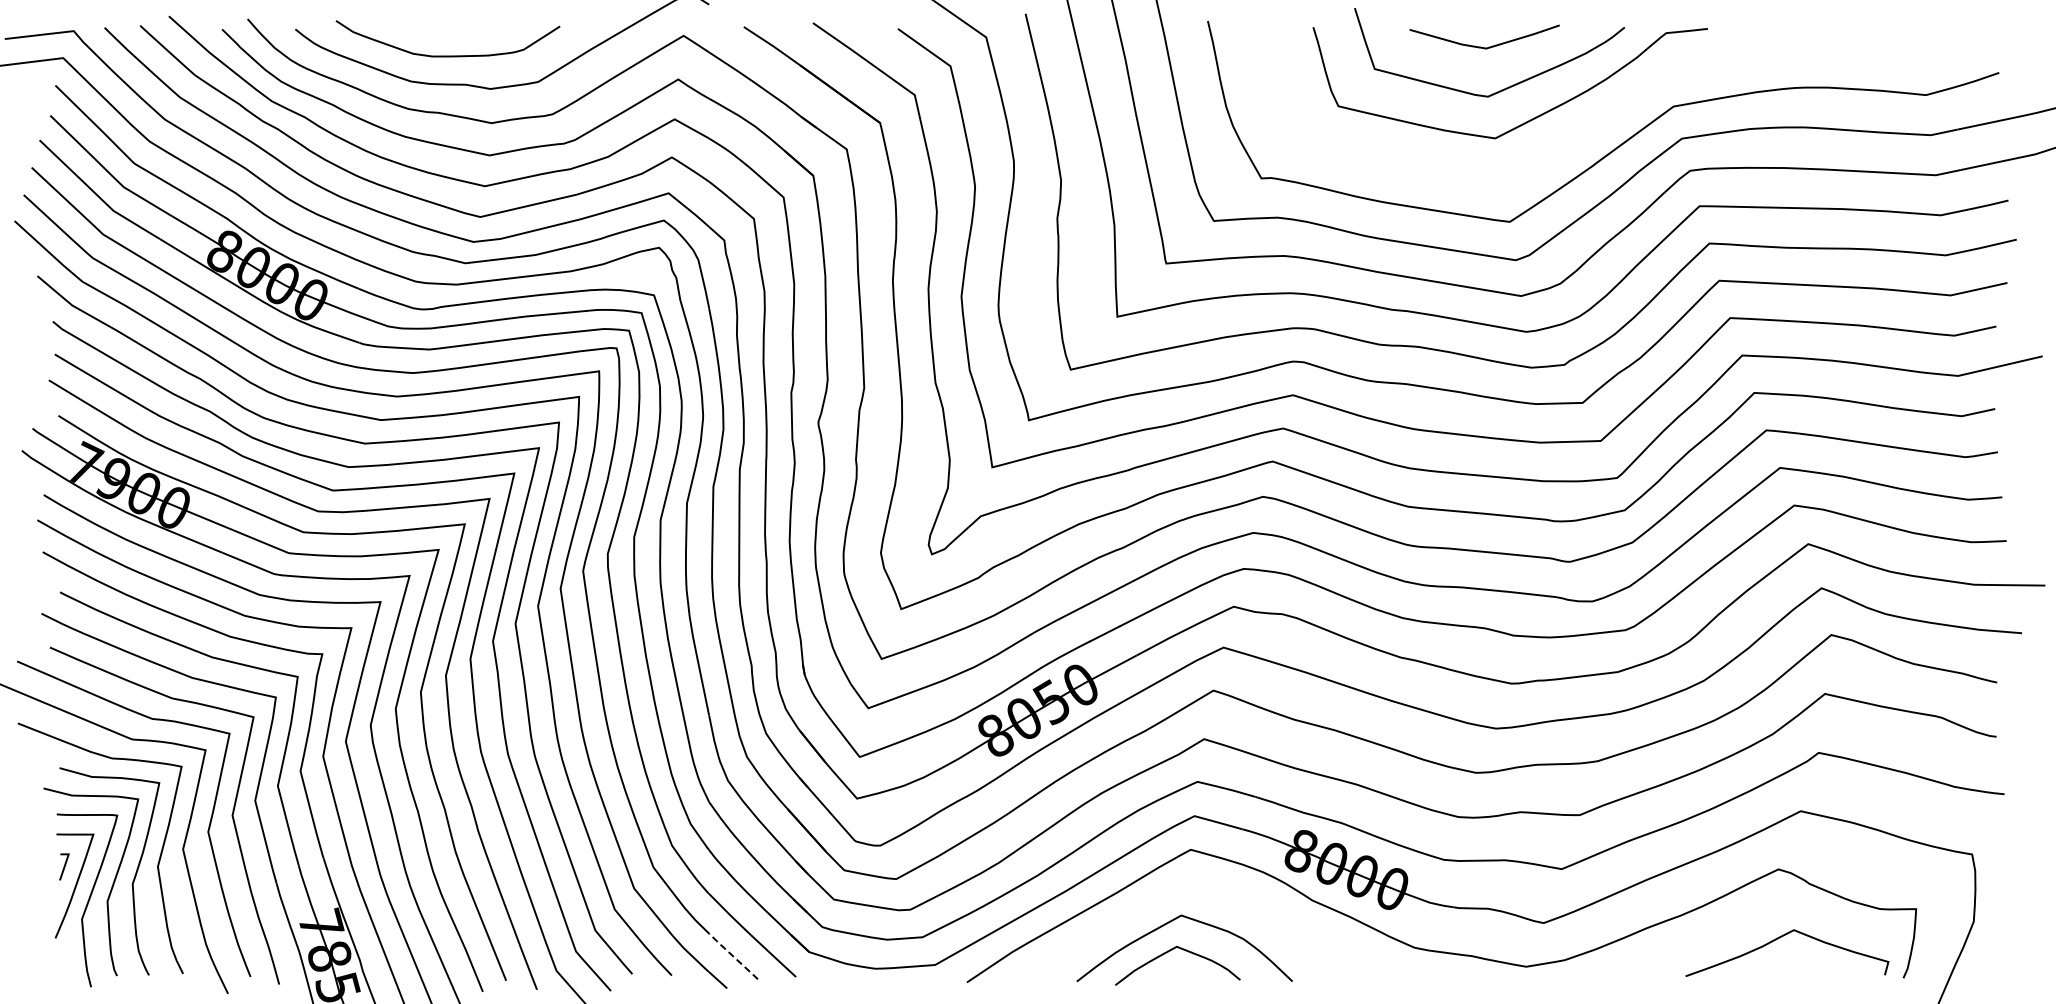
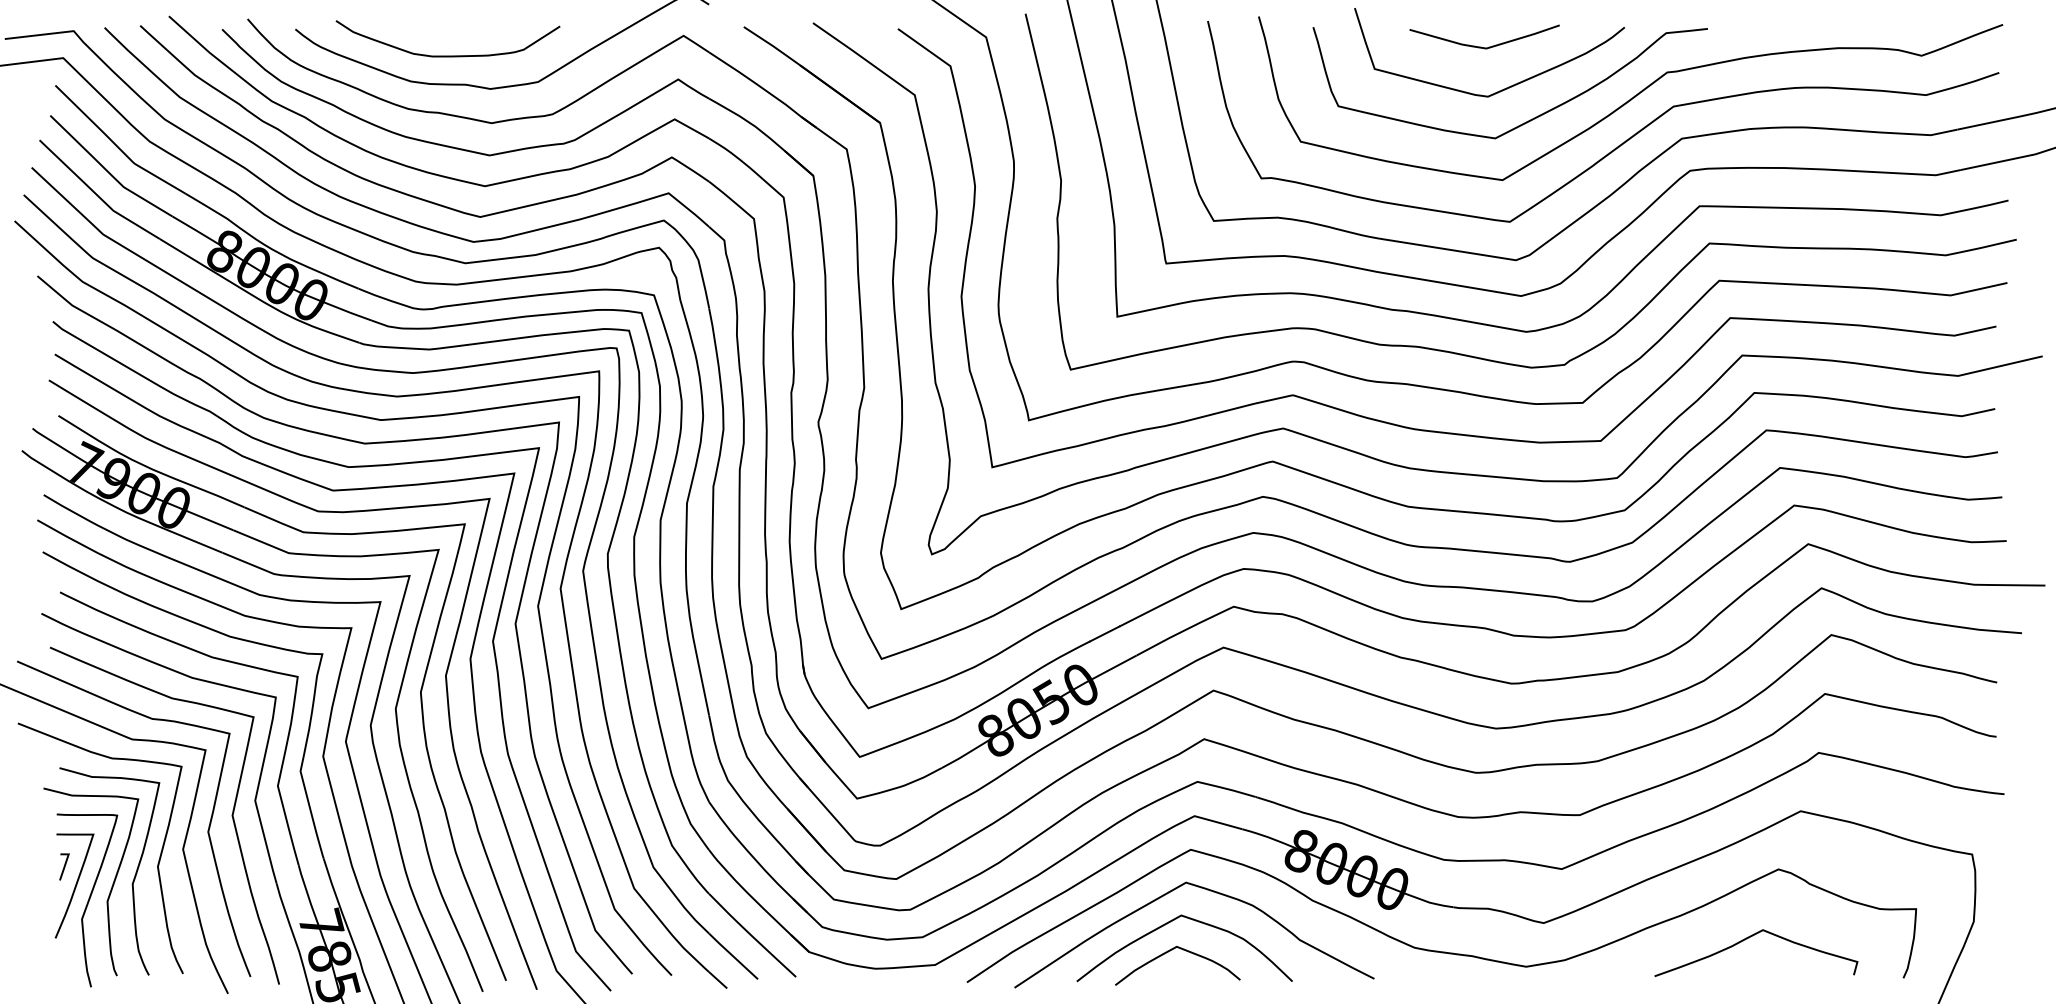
curve at (1630, 98): none -> present
curve at (1207, 890): none -> present
curve at (1778, 939) position: (1778, 939) -> (1747, 939)
line at (731, 954): dashed -> solid
